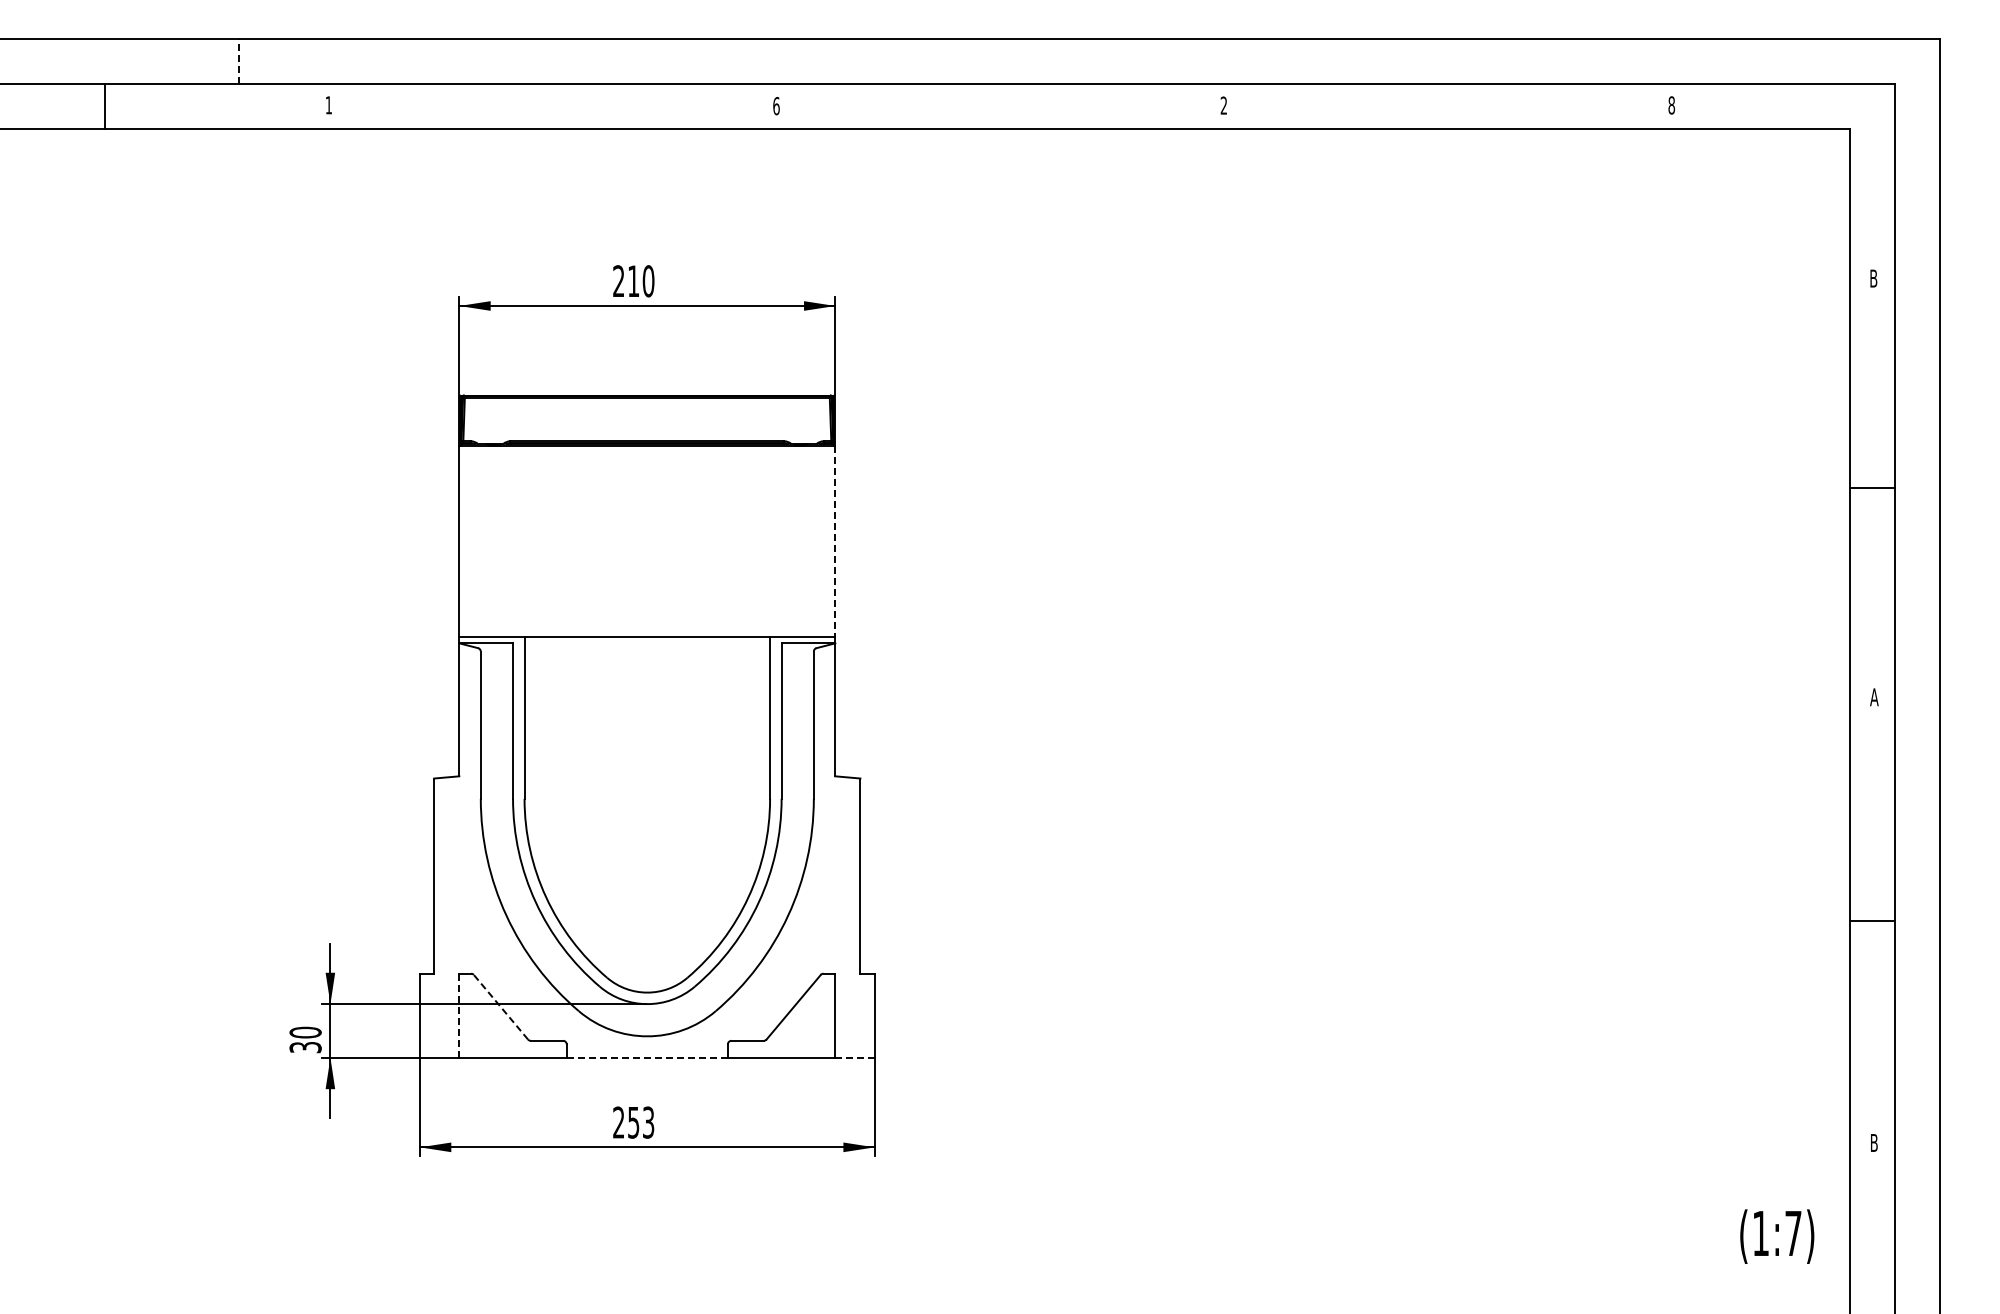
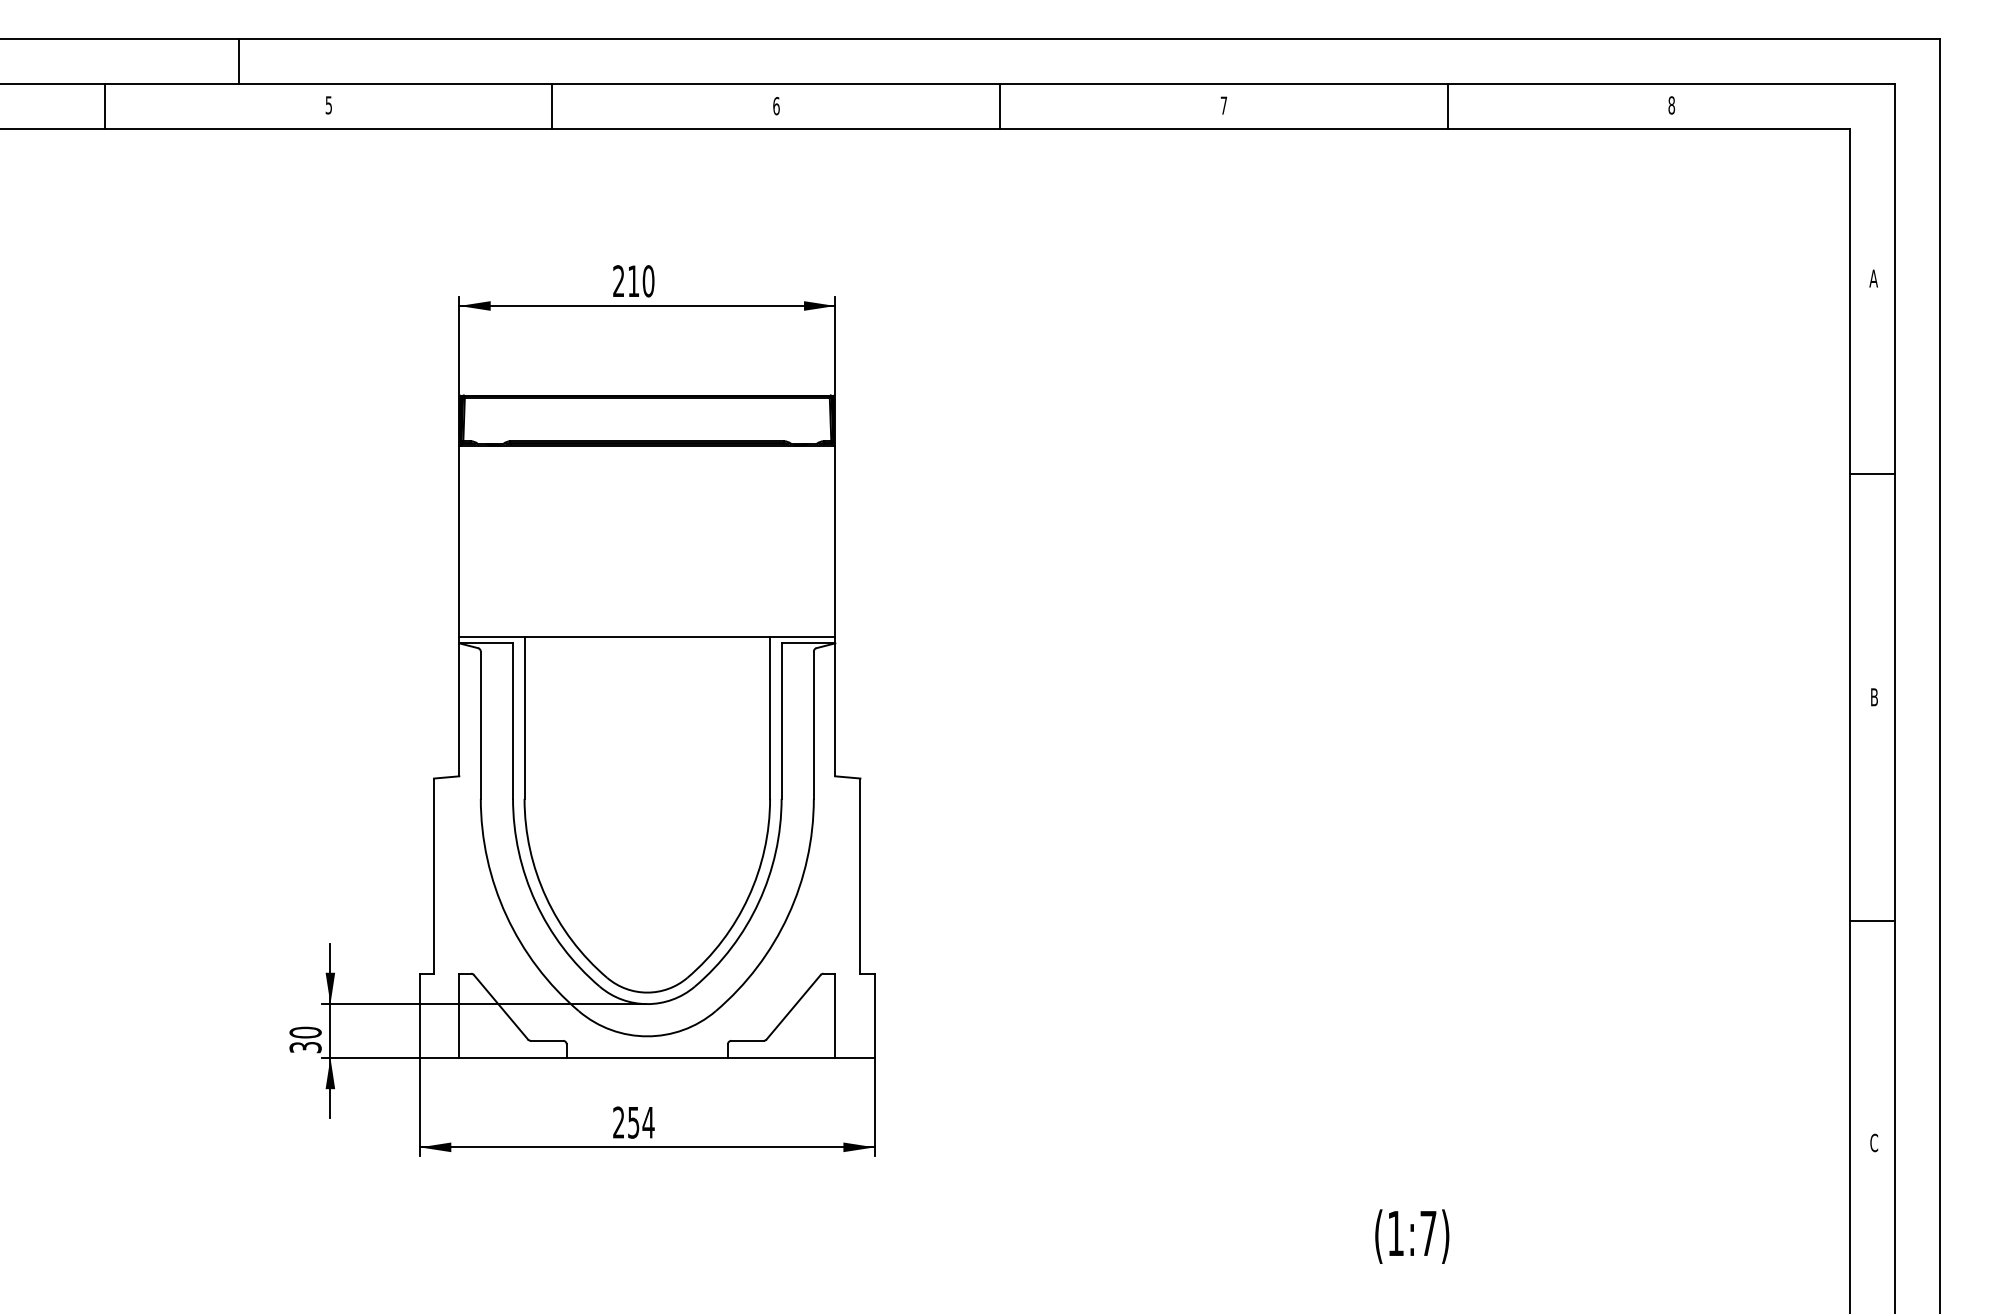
line at (239, 61): dashed -> solid
text at (328, 105): 1 -> 5
text at (1223, 105): 2 -> 7
line at (552, 106): none -> present
line at (1000, 106): none -> present
line at (1447, 106): none -> present
text at (1873, 278): B -> A
line at (1872, 487) position: (1872, 487) -> (1872, 473)
line at (835, 541): dashed -> solid
text at (1874, 697): A -> B
line at (500, 1006): dashed -> solid
line at (459, 1016): dashed -> solid
line at (647, 1057): dashed -> solid
line at (855, 1057): dashed -> solid
text at (648, 1122): 253 -> 254
text at (1874, 1142): B -> C
text at (1777, 1236) position: (1777, 1236) -> (1412, 1236)
